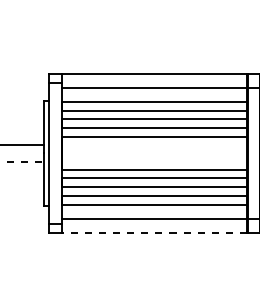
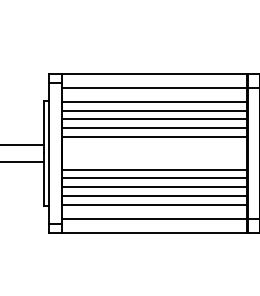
line at (22, 162): dashed -> solid
line at (154, 232): dashed -> solid
